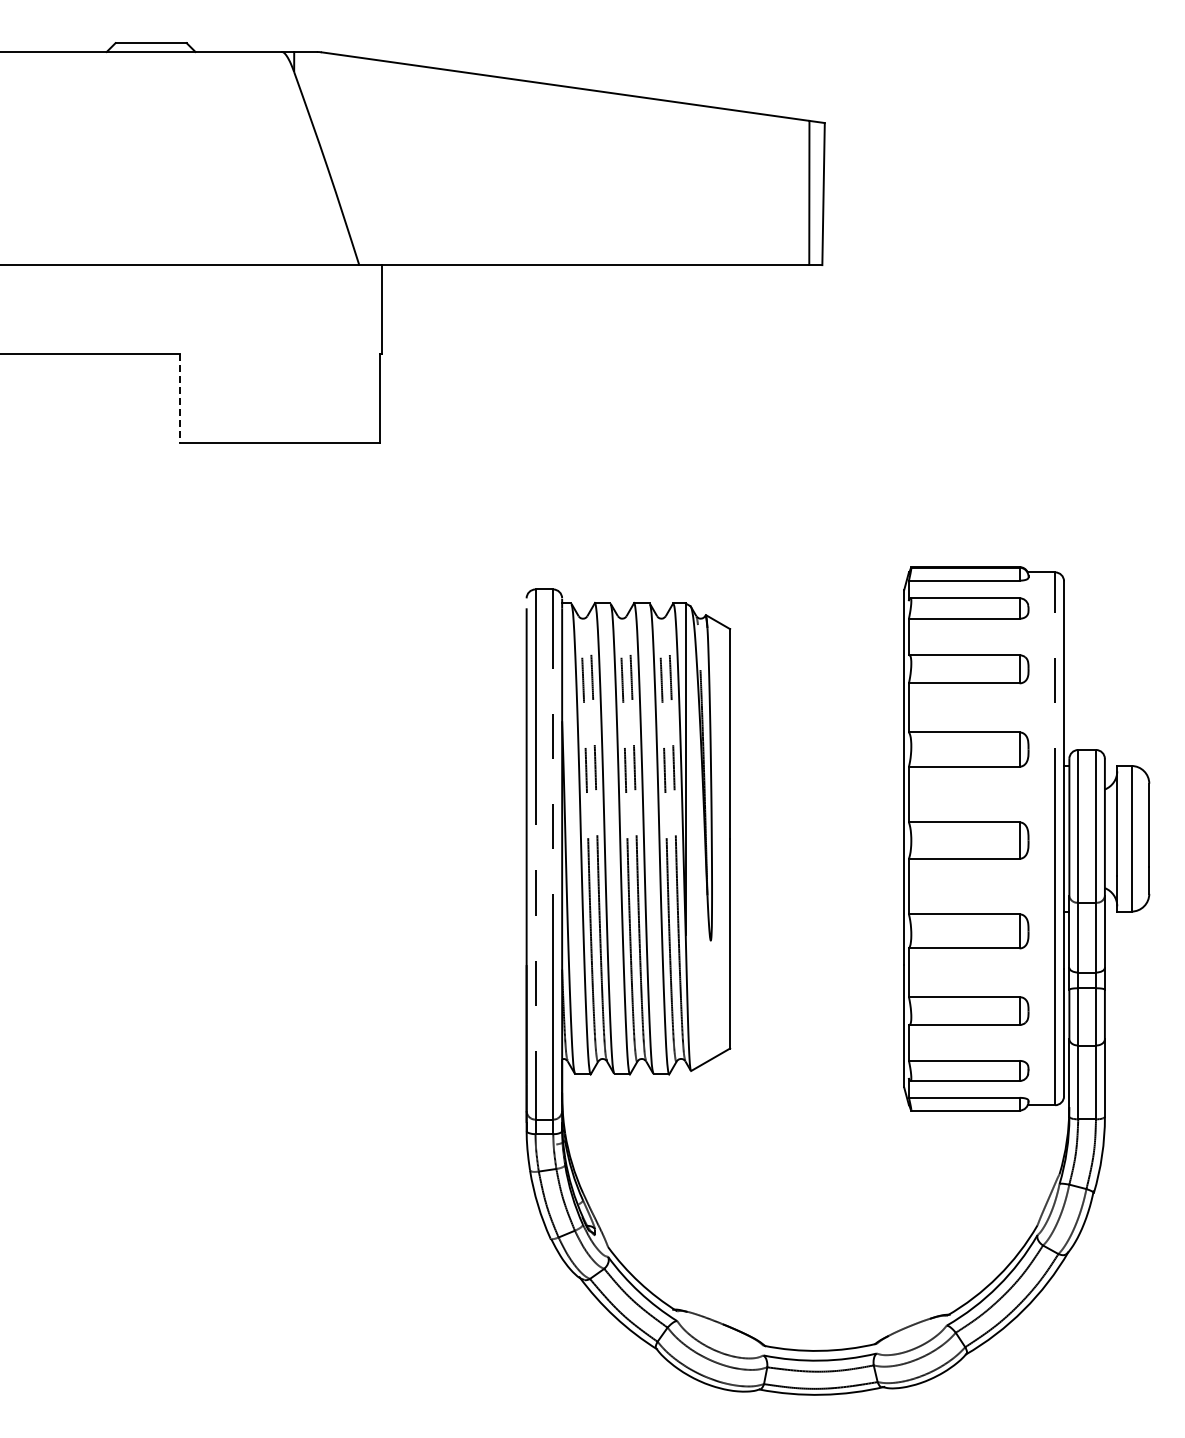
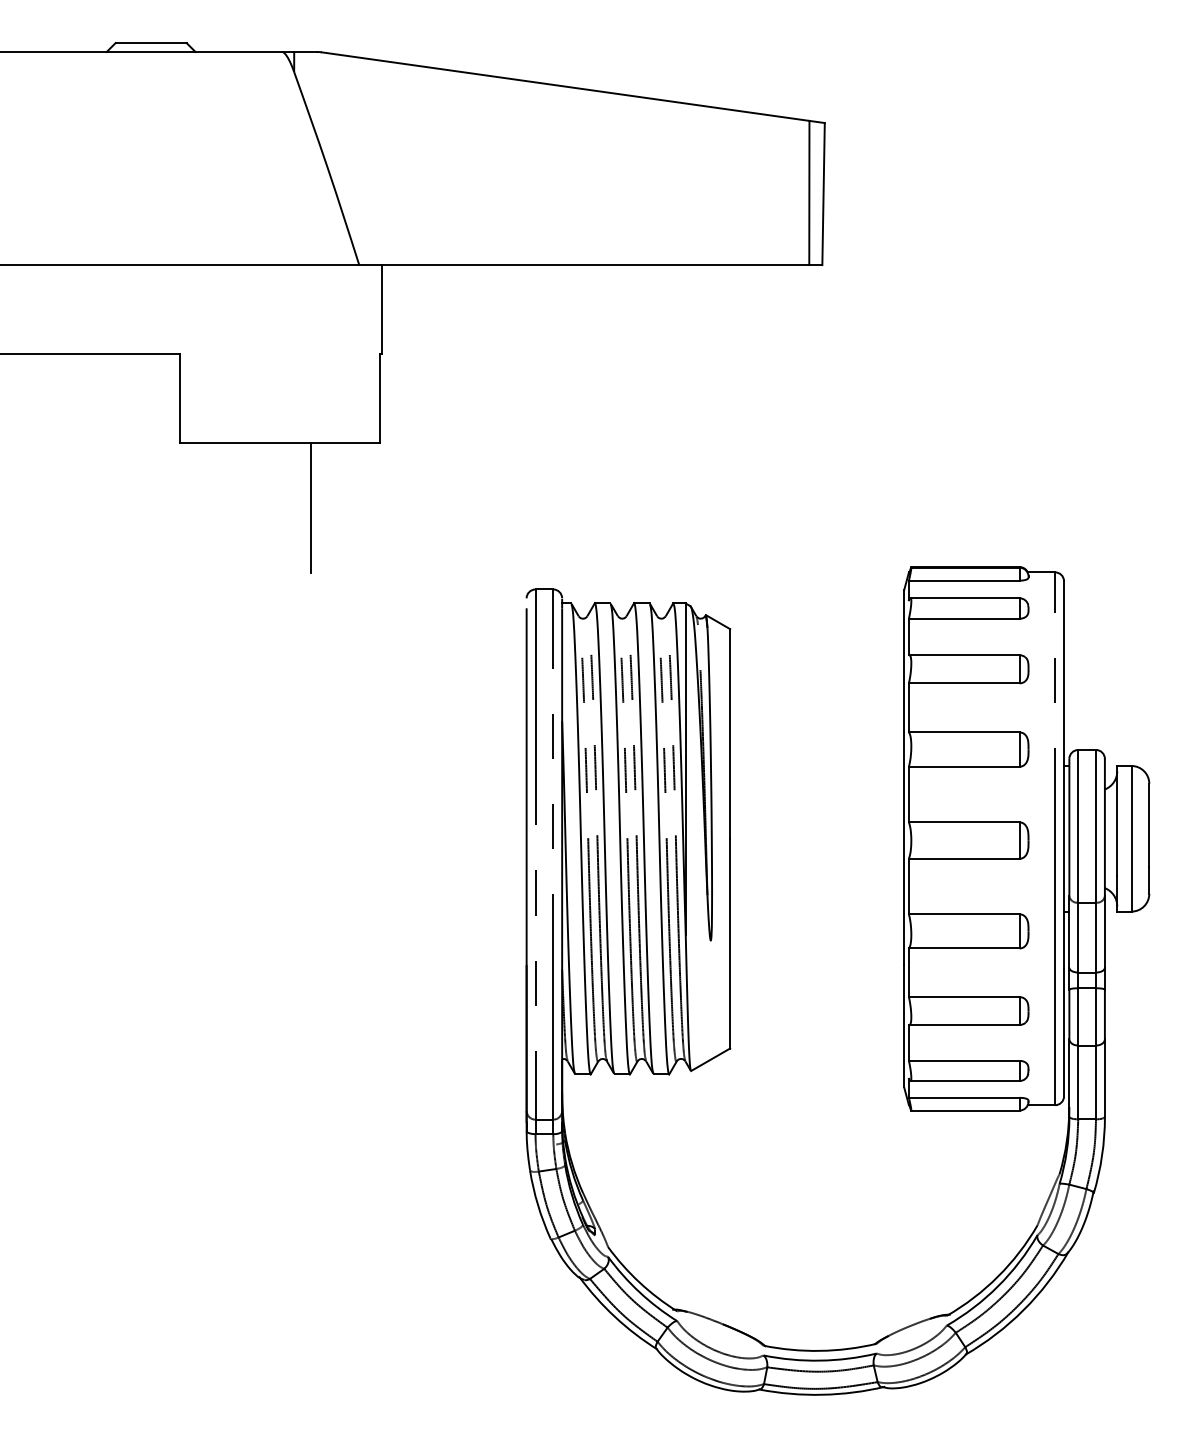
line at (179, 398): dashed -> solid
line at (310, 507): none -> present
